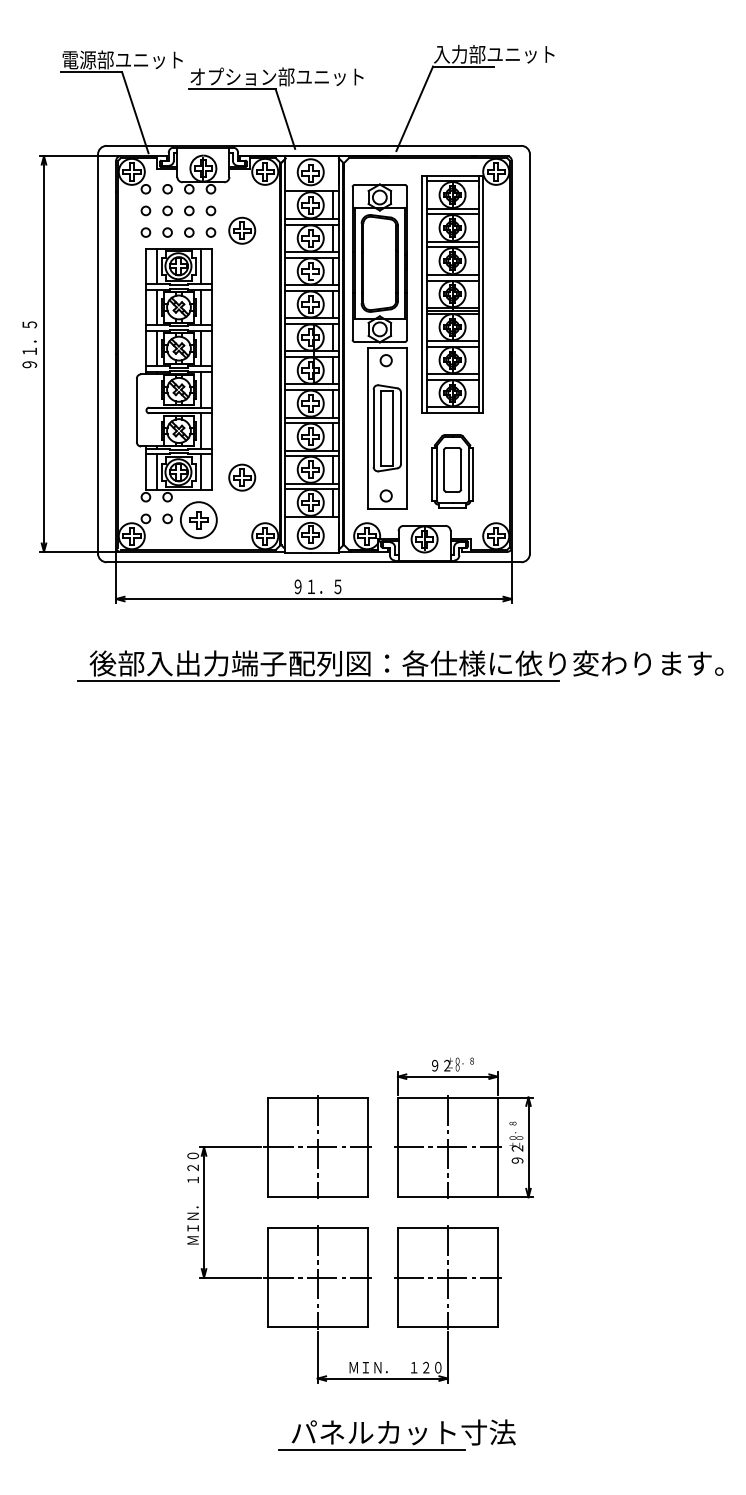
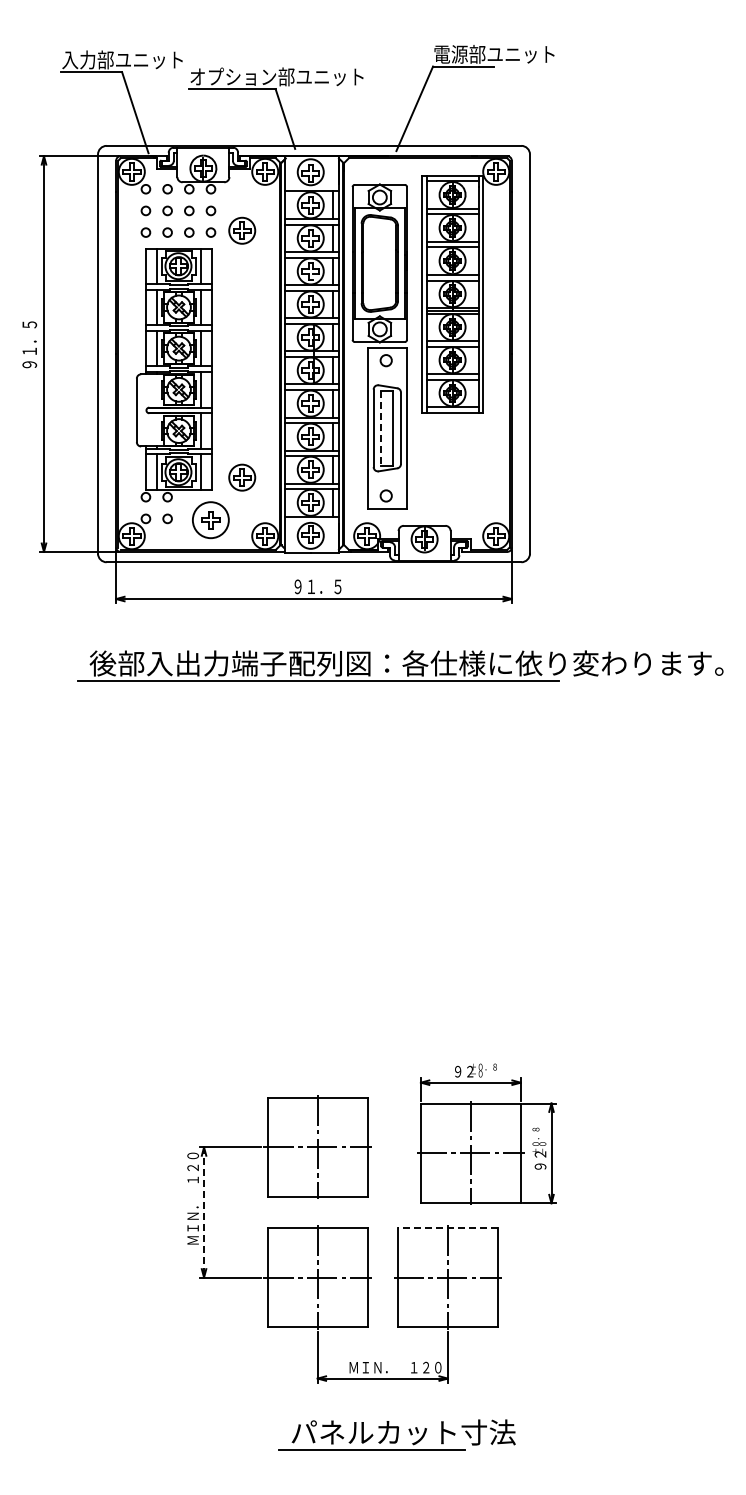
text at (450, 53): 入力部ユニット -> 電源部ユニット
text at (79, 59): 電源部ユニット -> 入力部ユニット
line at (381, 428): solid -> dashed
part at (452, 471): present -> none
part at (198, 520) position: (198, 520) -> (210, 520)
part at (463, 1127) position: (463, 1127) -> (486, 1133)
line at (204, 1212): solid -> dashed
line at (447, 1227): solid -> dashed
